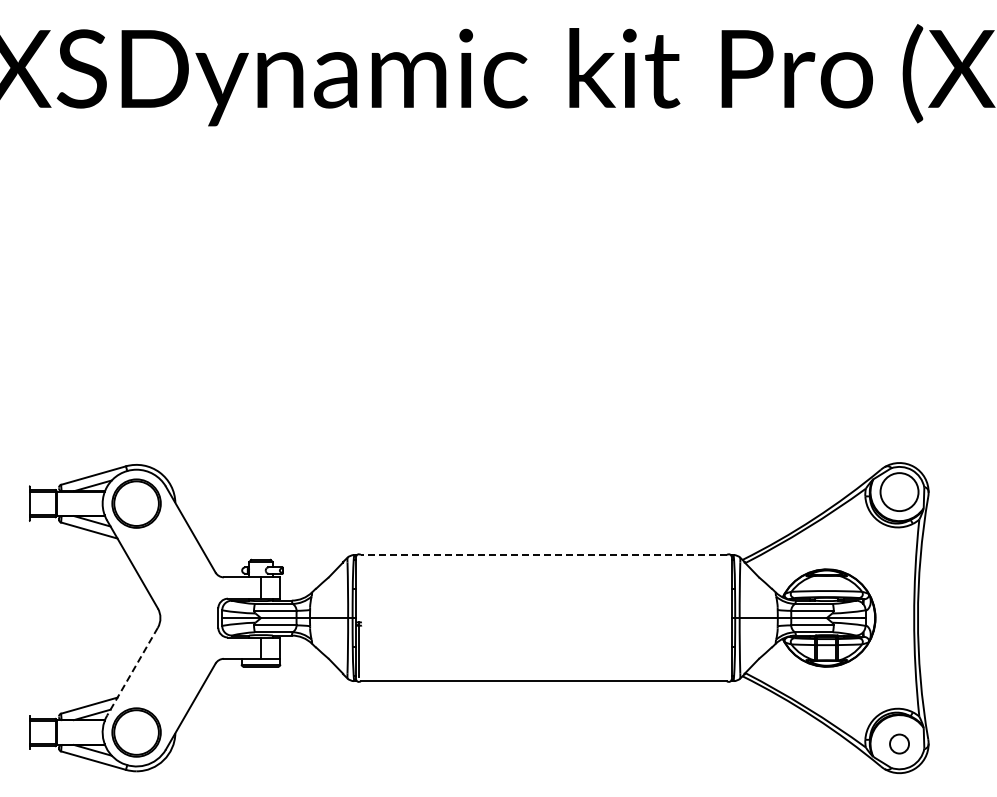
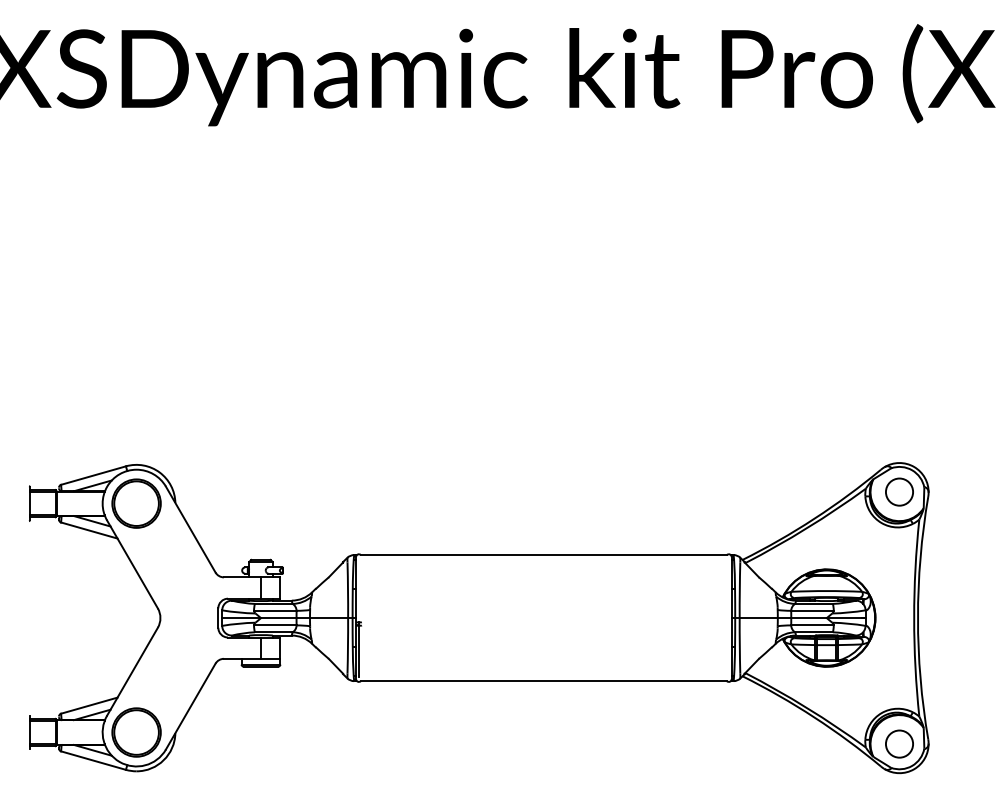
circle at (899, 492) diameter: 38 px -> 27 px
line at (543, 555): dashed -> solid
line at (132, 671): dashed -> solid
circle at (899, 743) size: 21x22 px -> 29x30 px
